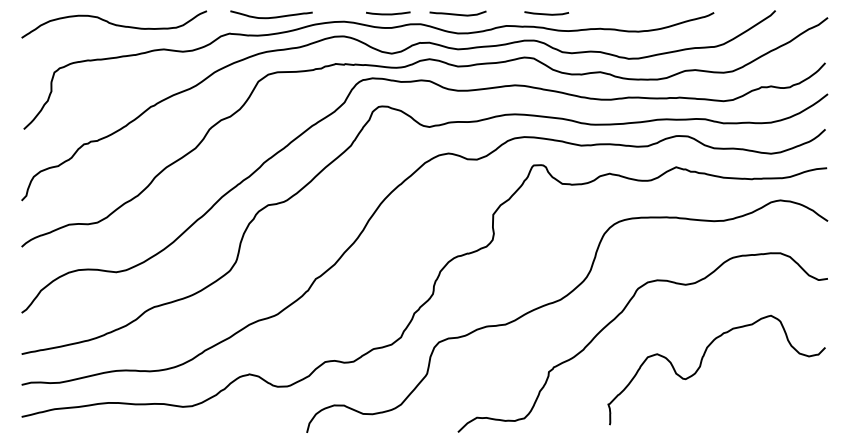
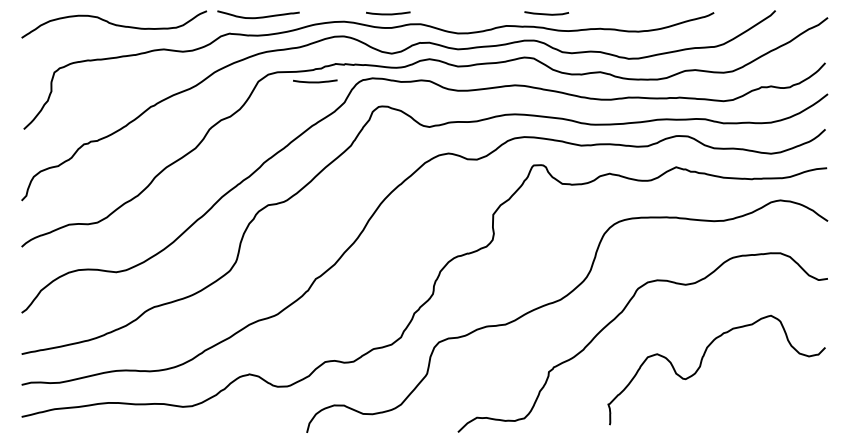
curve at (457, 13): present -> none
curve at (272, 16) position: (272, 16) -> (259, 16)
curve at (315, 81): none -> present
